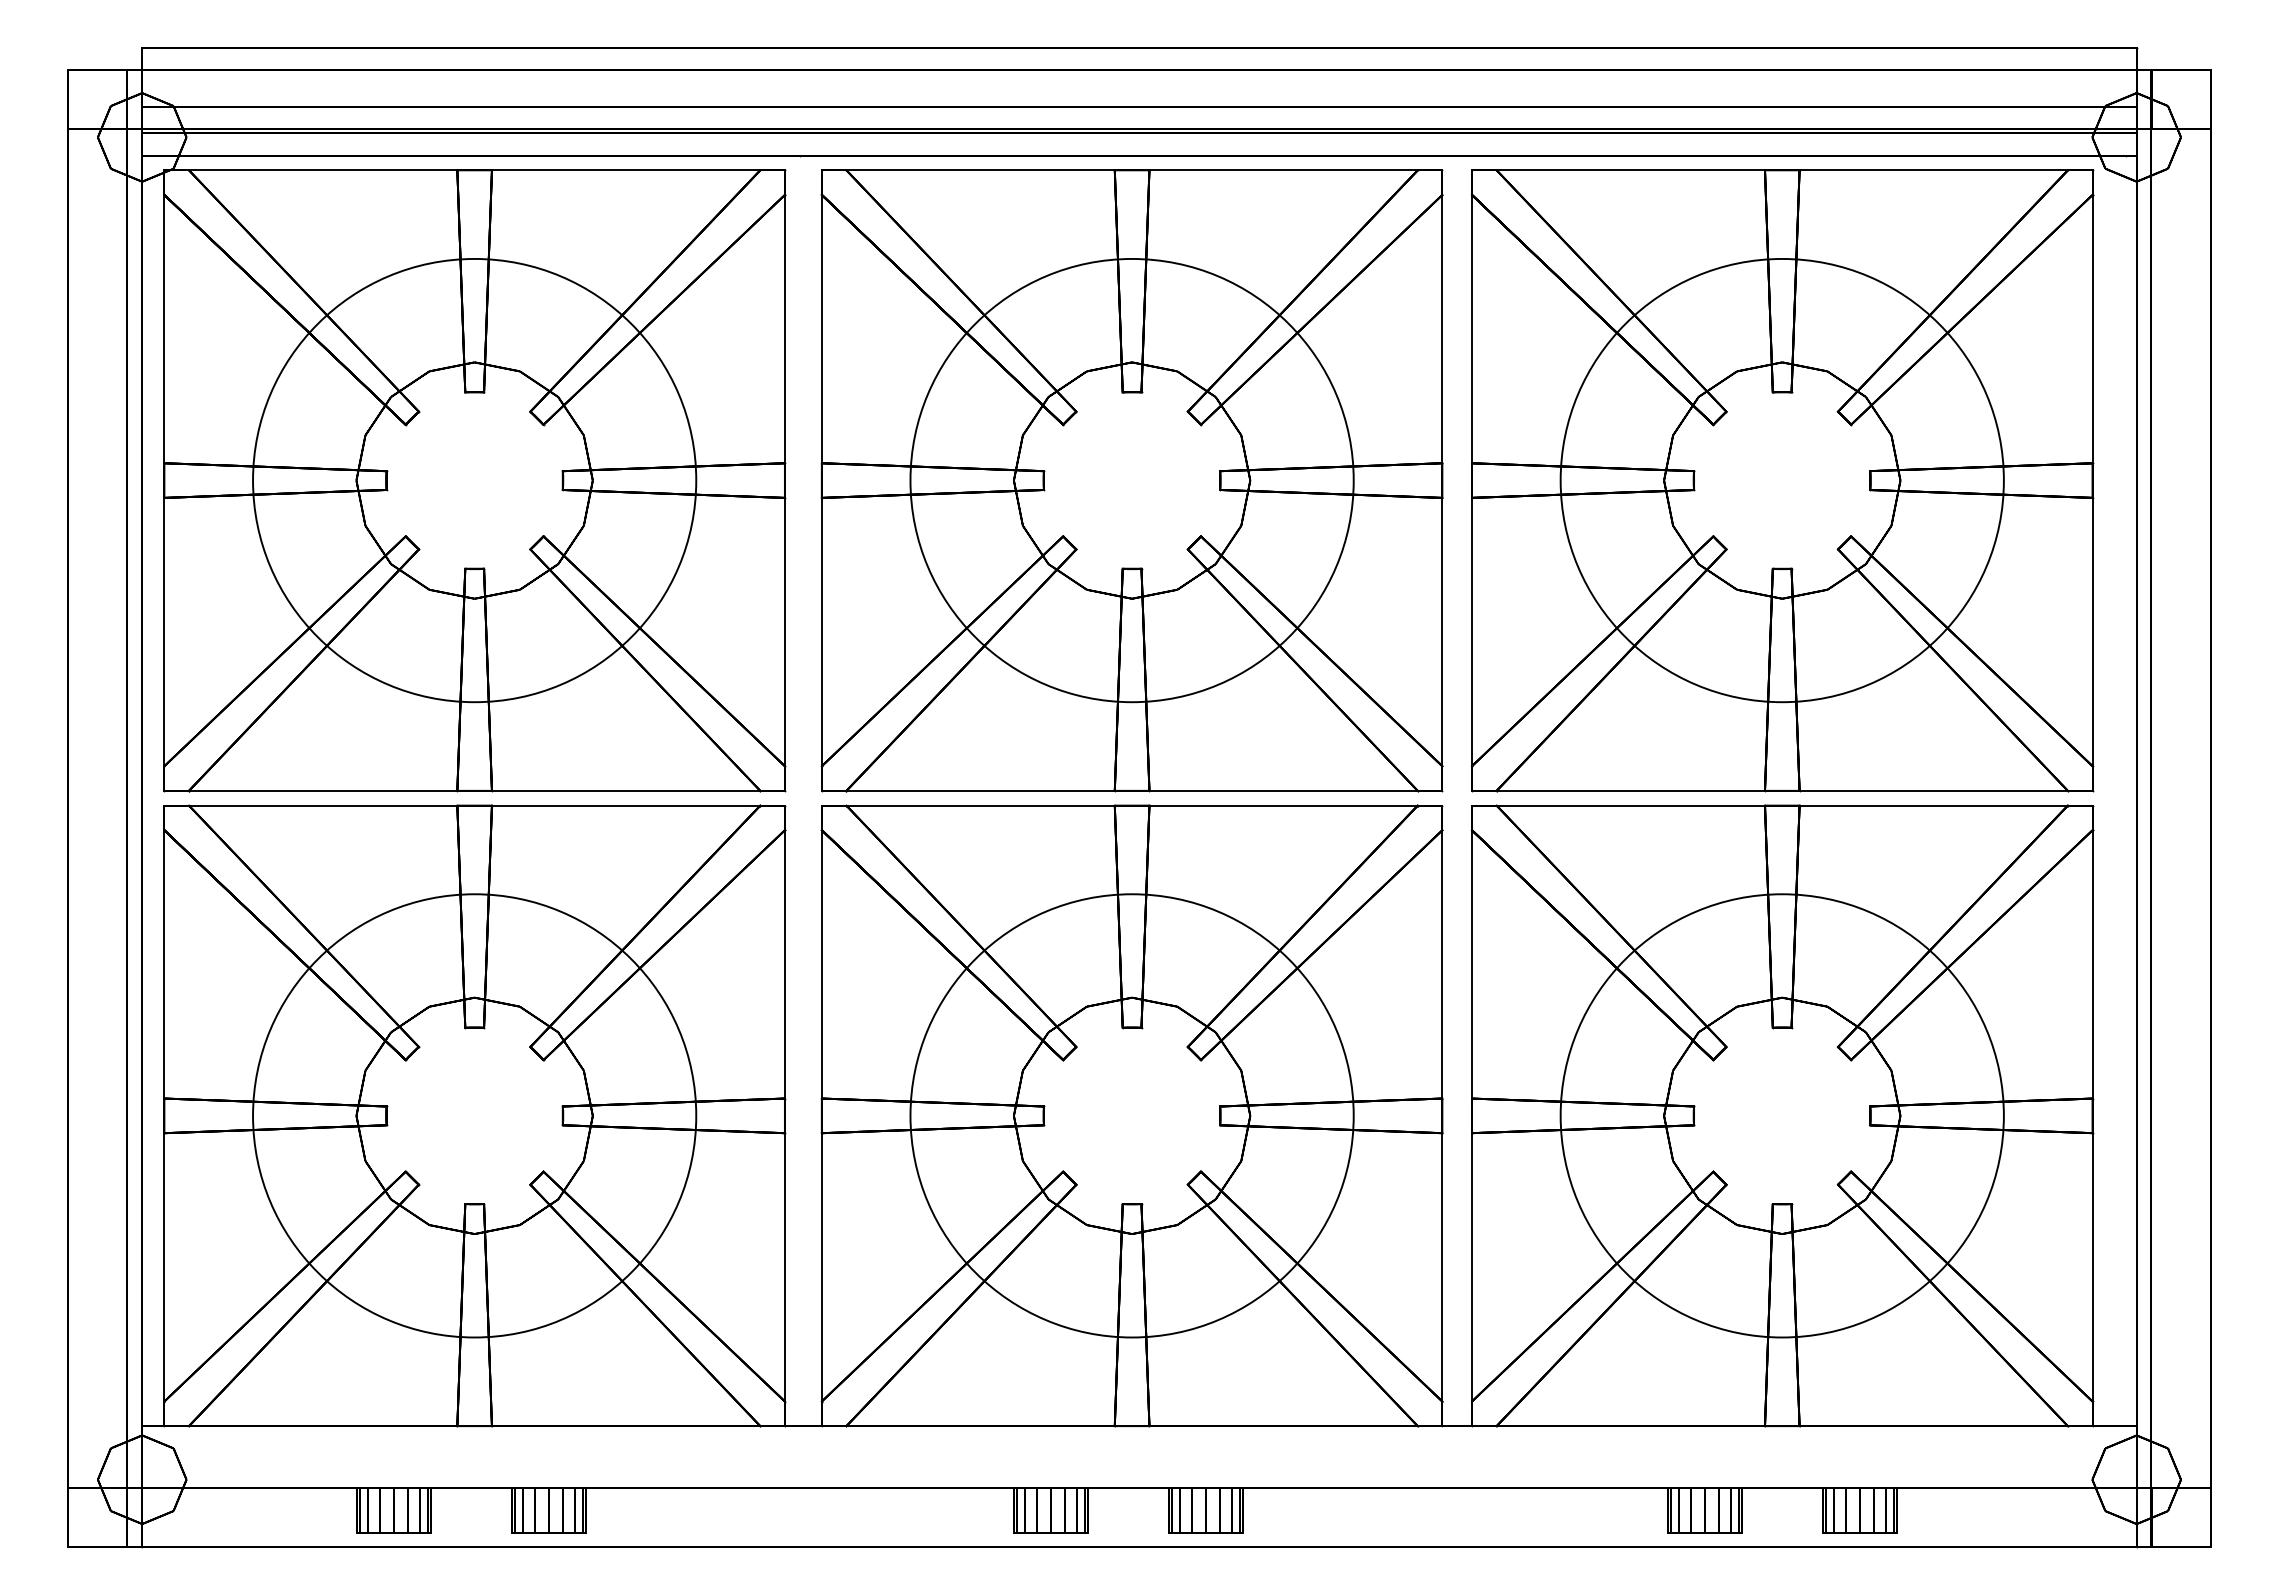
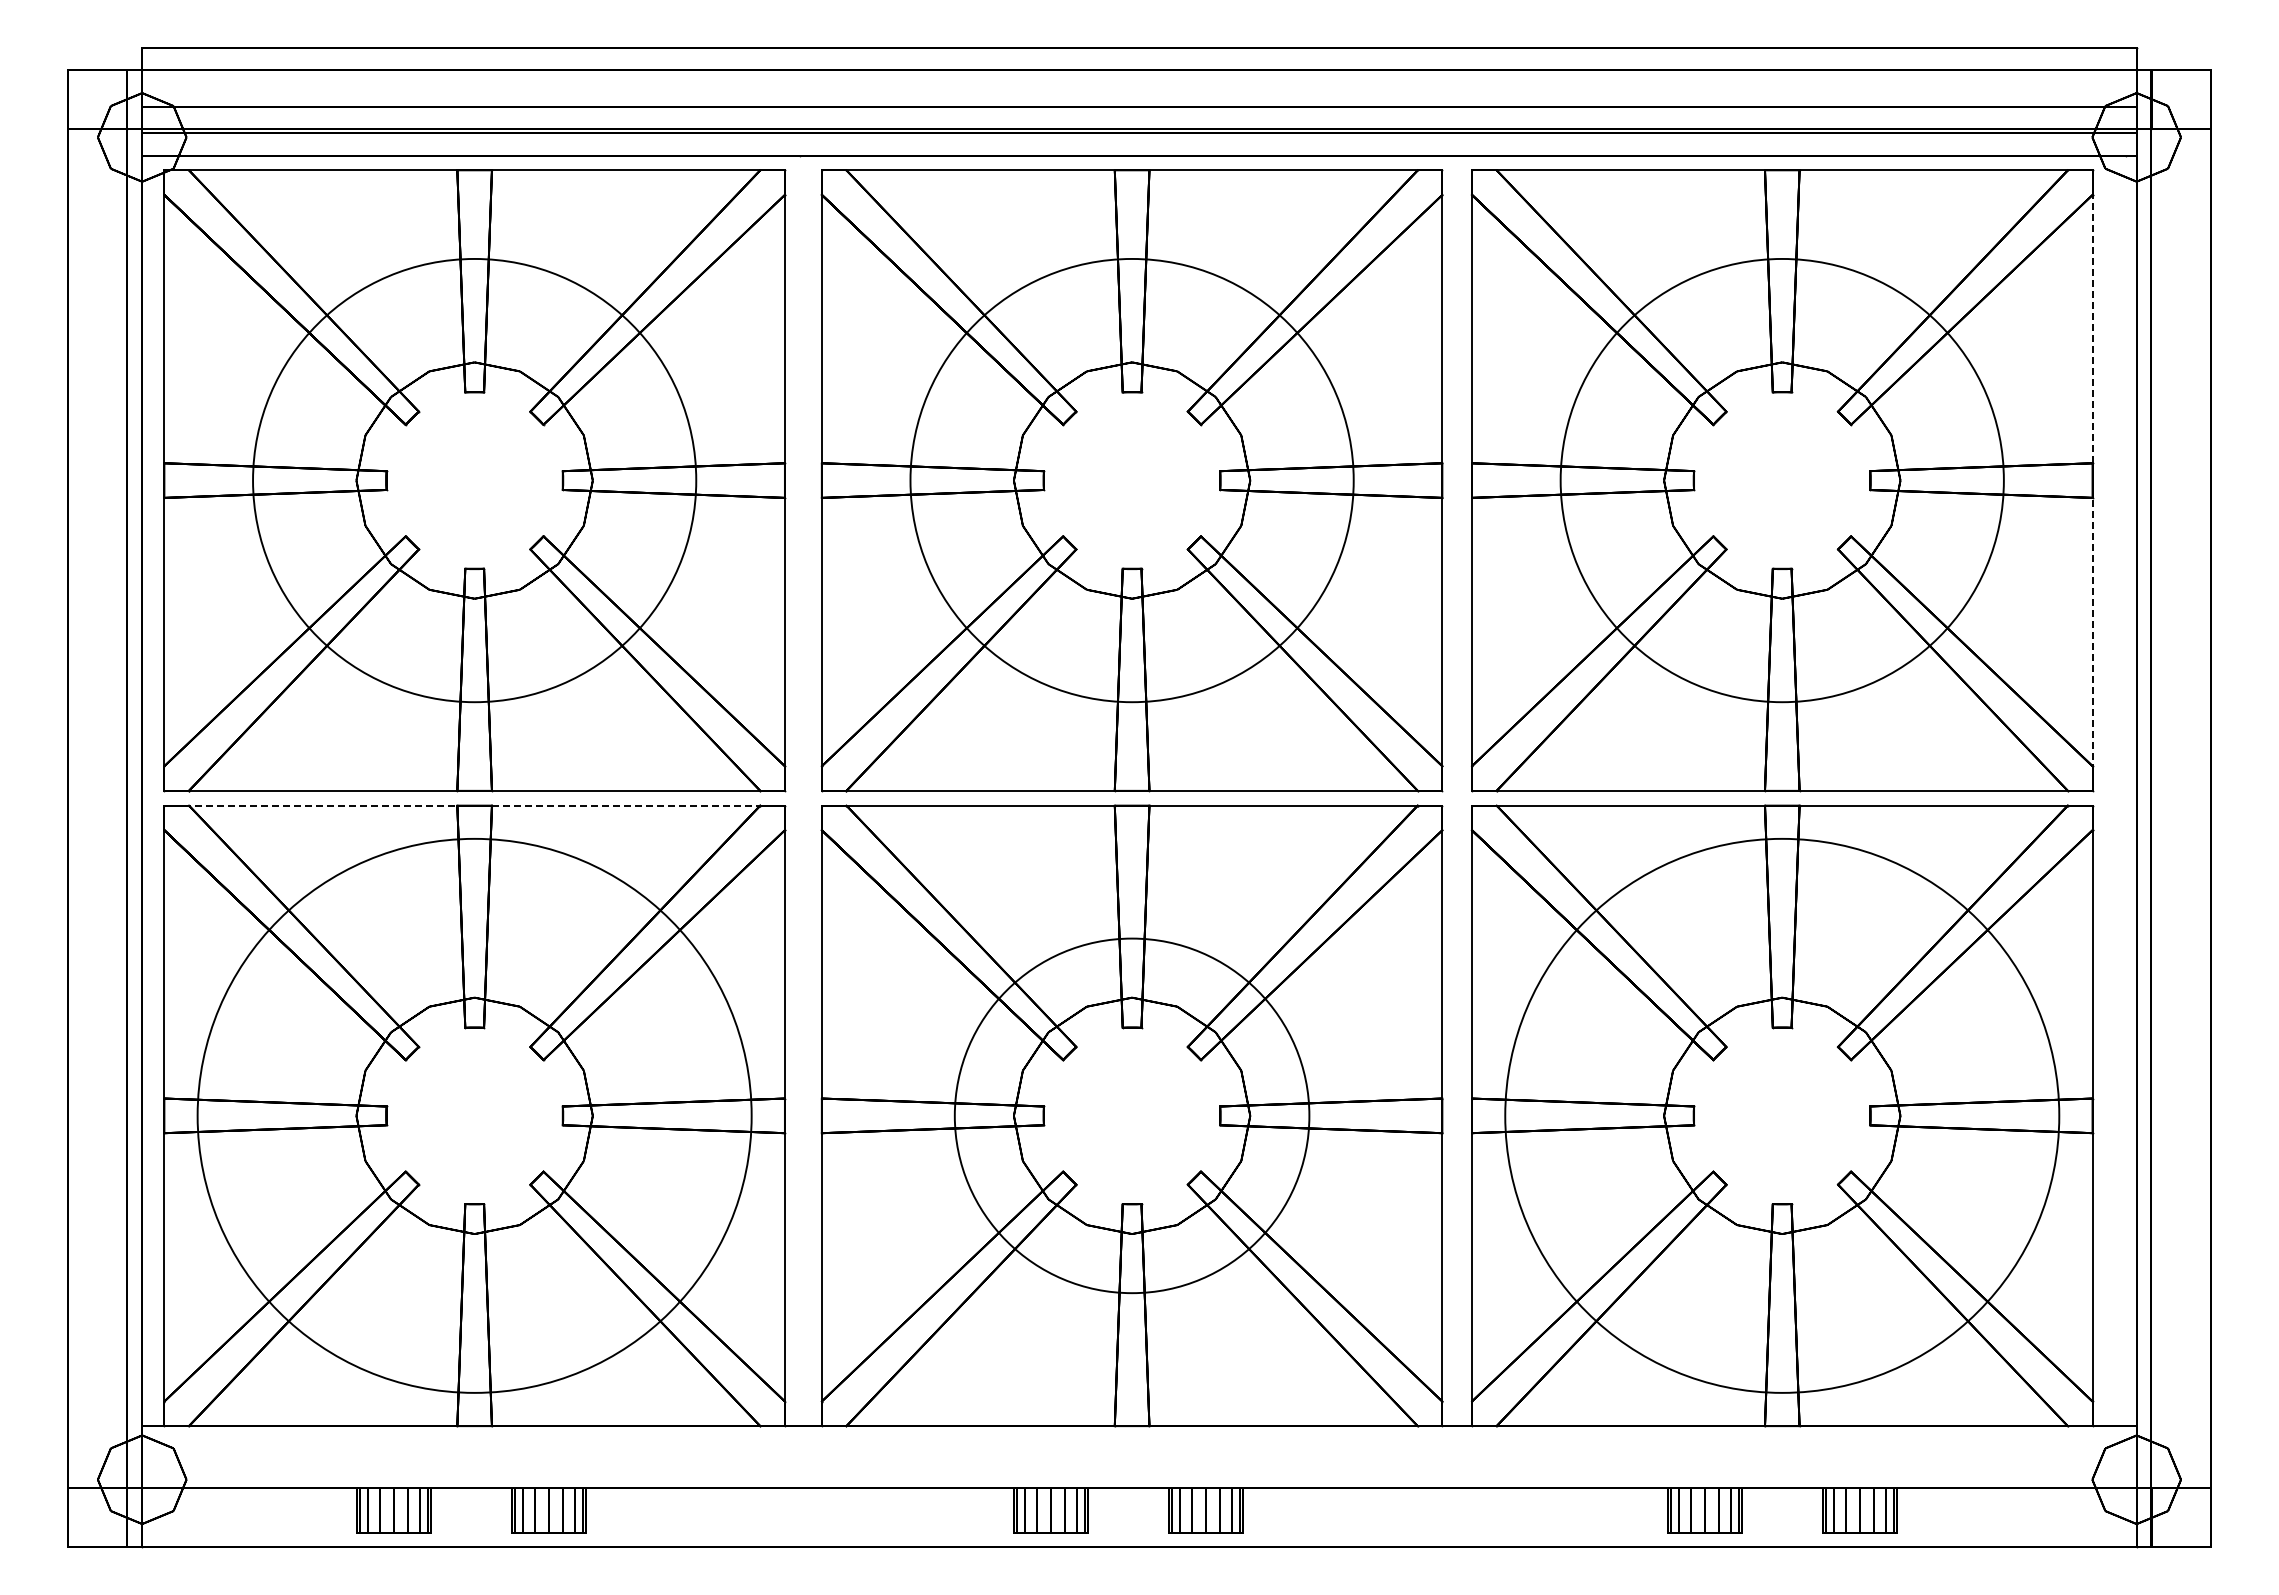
line at (2092, 481): solid -> dashed
line at (474, 805): solid -> dashed
circle at (474, 1115) diameter: 443 px -> 554 px
circle at (1131, 1115) diameter: 443 px -> 355 px
circle at (1781, 1115) diameter: 443 px -> 554 px
